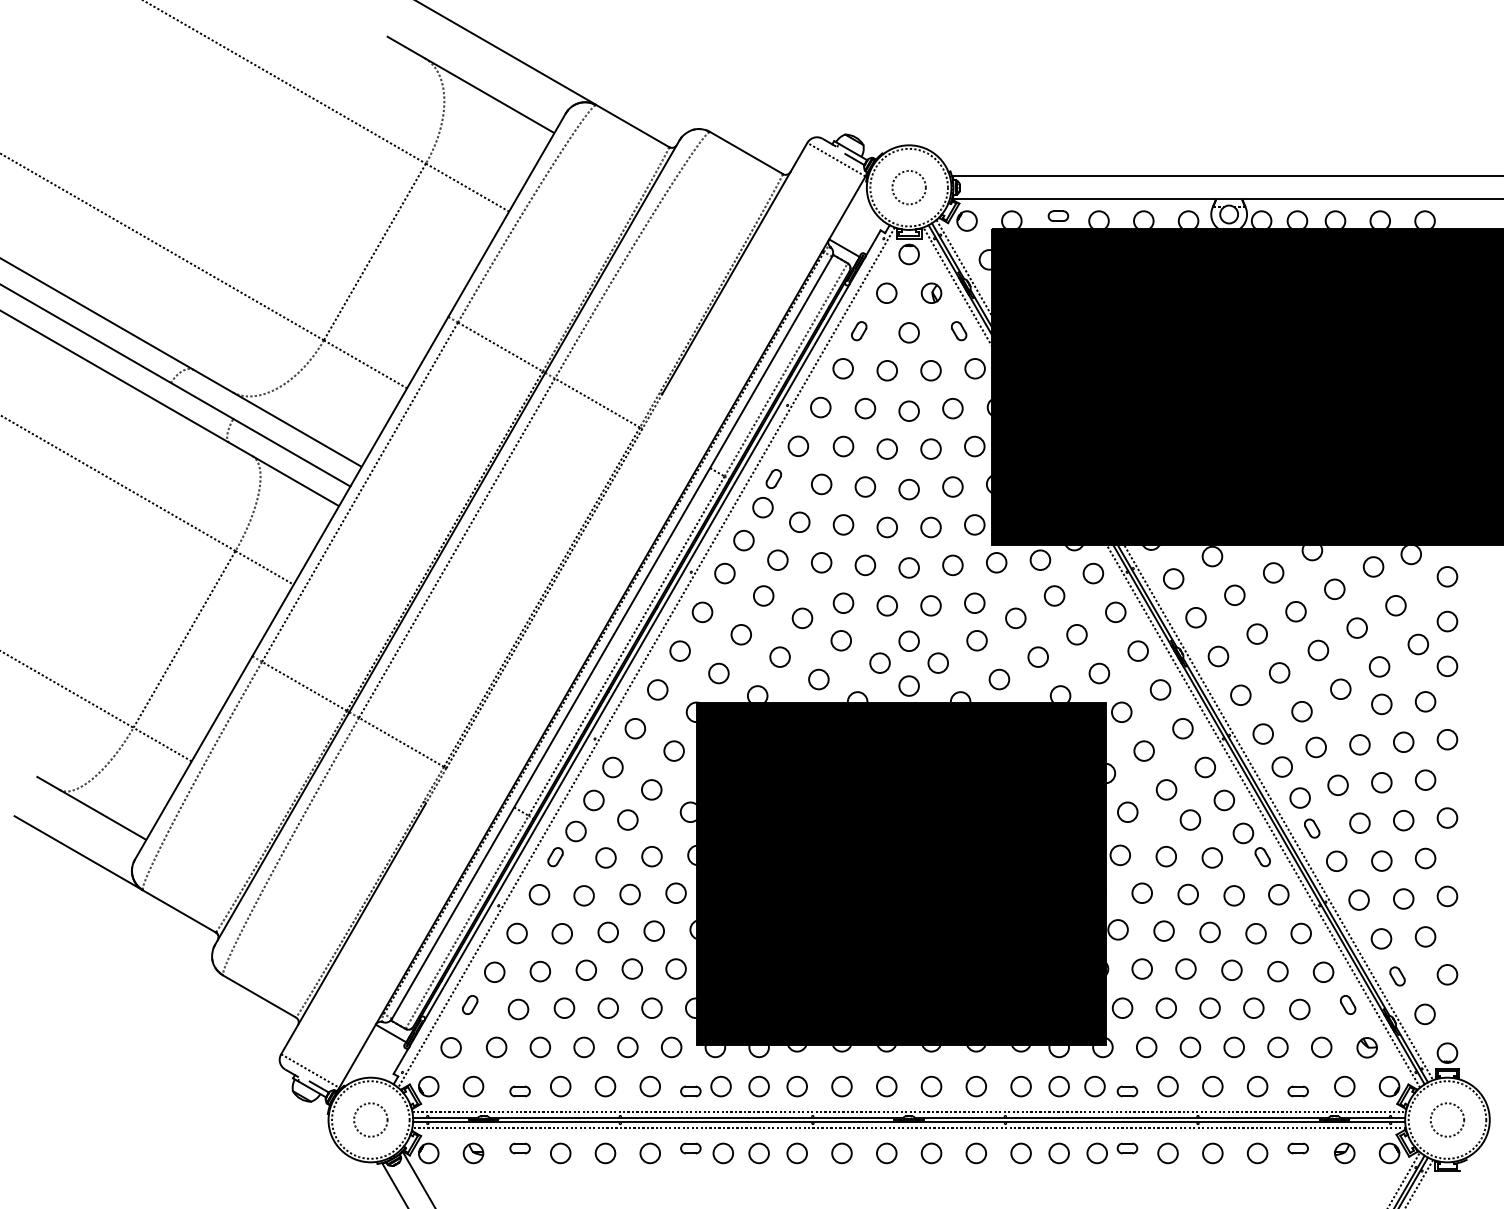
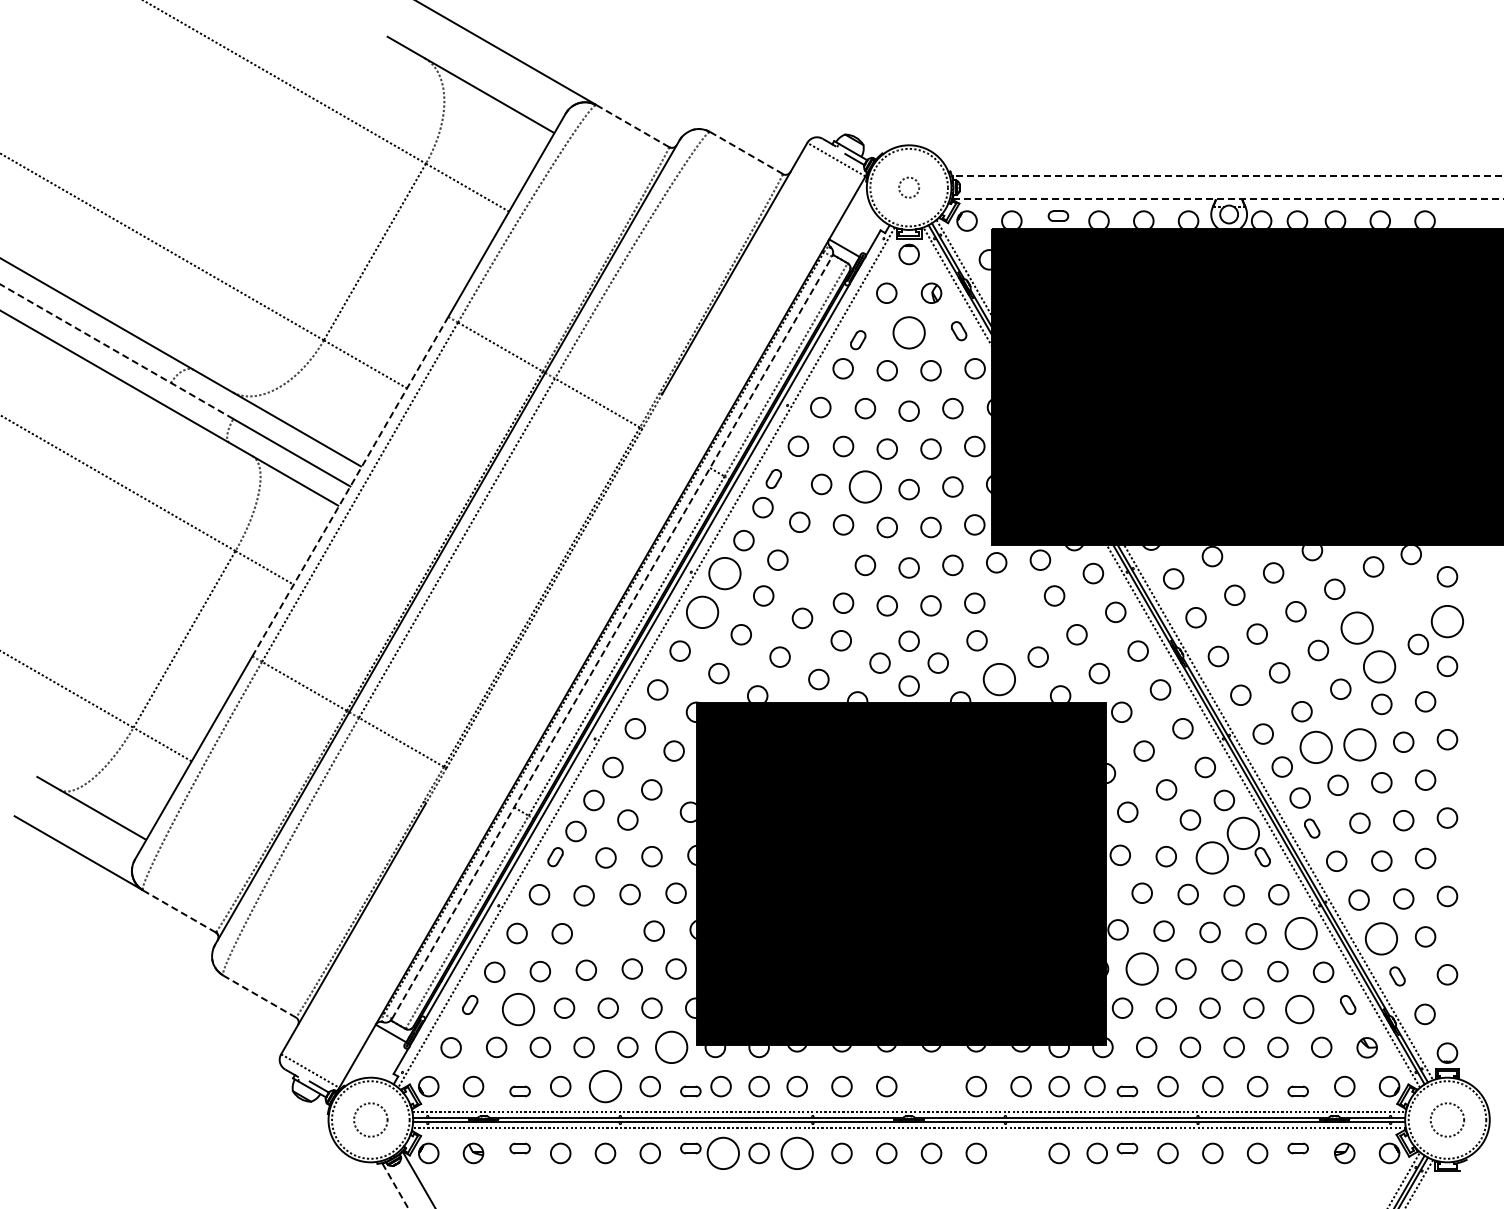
line at (632, 126): solid -> dashed
line at (746, 153): solid -> dashed
line at (1227, 175): solid -> dashed
circle at (908, 187) diameter: 33 px -> 20 px
line at (1228, 199): solid -> dashed
part at (859, 331) position: (859, 331) -> (858, 340)
circle at (908, 332) diameter: 20 px -> 31 px
line at (116, 351): solid -> dashed
line at (350, 486): solid -> dashed
circle at (865, 486) diameter: 20 px -> 31 px
circle at (821, 562): present -> none
circle at (724, 573) diameter: 20 px -> 31 px
circle at (1395, 605): present -> none
circle at (702, 612) diameter: 20 px -> 31 px
circle at (1015, 618): present -> none
circle at (1447, 621) diameter: 20 px -> 31 px
circle at (1356, 627) diameter: 20 px -> 31 px
line at (612, 637): solid -> dashed
circle at (1379, 666) diameter: 20 px -> 31 px
circle at (999, 679) diameter: 20 px -> 31 px
circle at (1359, 744) diameter: 20 px -> 31 px
circle at (1316, 747) diameter: 20 px -> 31 px
circle at (1243, 833) diameter: 20 px -> 31 px
circle at (1212, 857) diameter: 20 px -> 31 px
line at (179, 911): solid -> dashed
circle at (607, 932): present -> none
circle at (1301, 933) diameter: 20 px -> 31 px
circle at (1381, 938) diameter: 20 px -> 31 px
circle at (1142, 968) diameter: 20 px -> 31 px
line at (259, 996): solid -> dashed
circle at (518, 1009) size: 23x23 px -> 34x34 px
circle at (1299, 1009) size: 22x23 px -> 30x31 px
circle at (671, 1047) diameter: 20 px -> 31 px
circle at (605, 1086) diameter: 20 px -> 31 px
circle at (931, 1086): present -> none
circle at (723, 1153) diameter: 20 px -> 31 px
circle at (797, 1153) diameter: 20 px -> 31 px
circle at (1020, 1153): present -> none
line at (395, 1186): solid -> dashed
